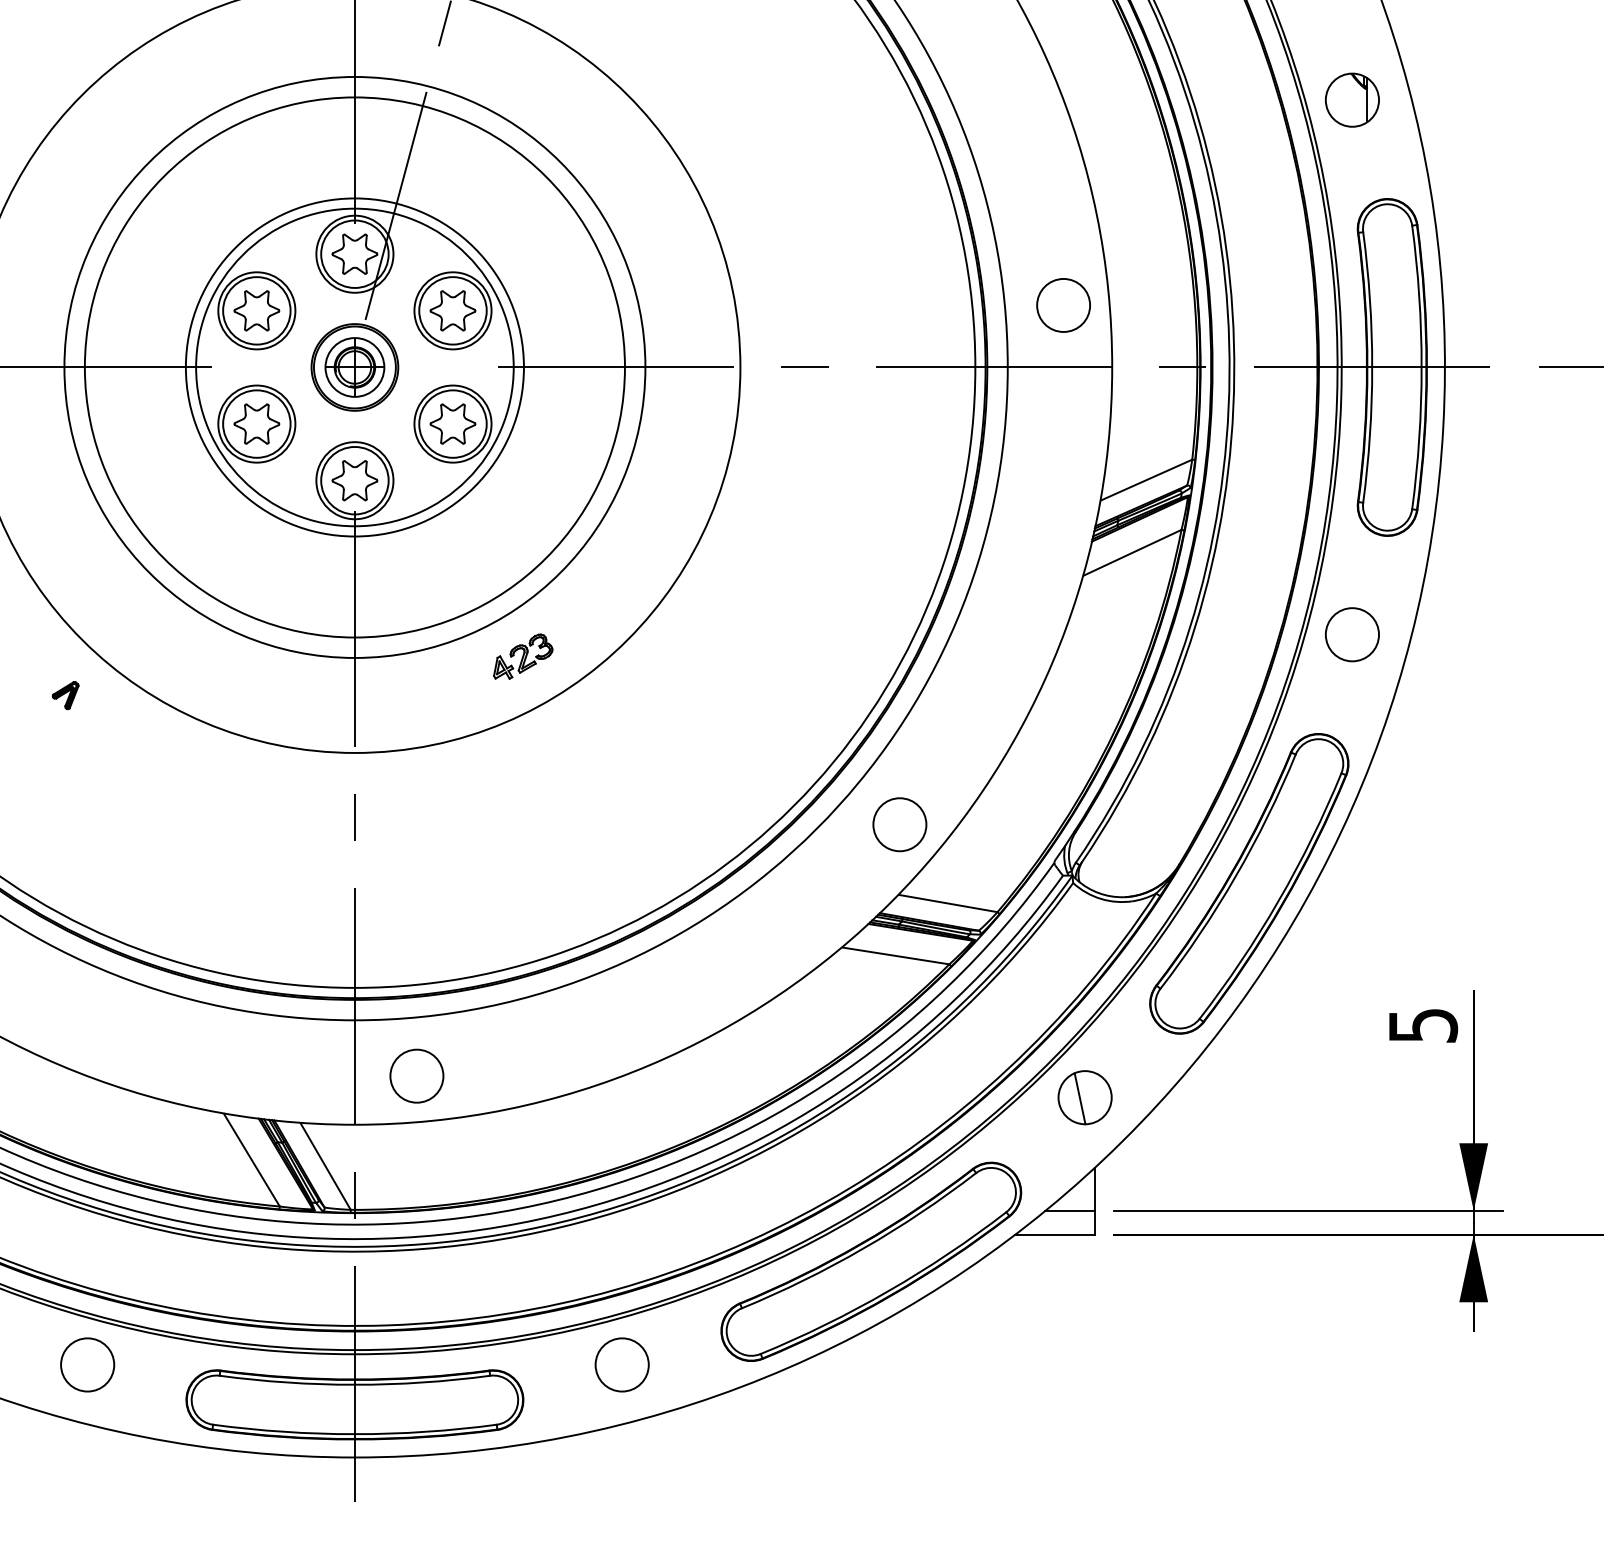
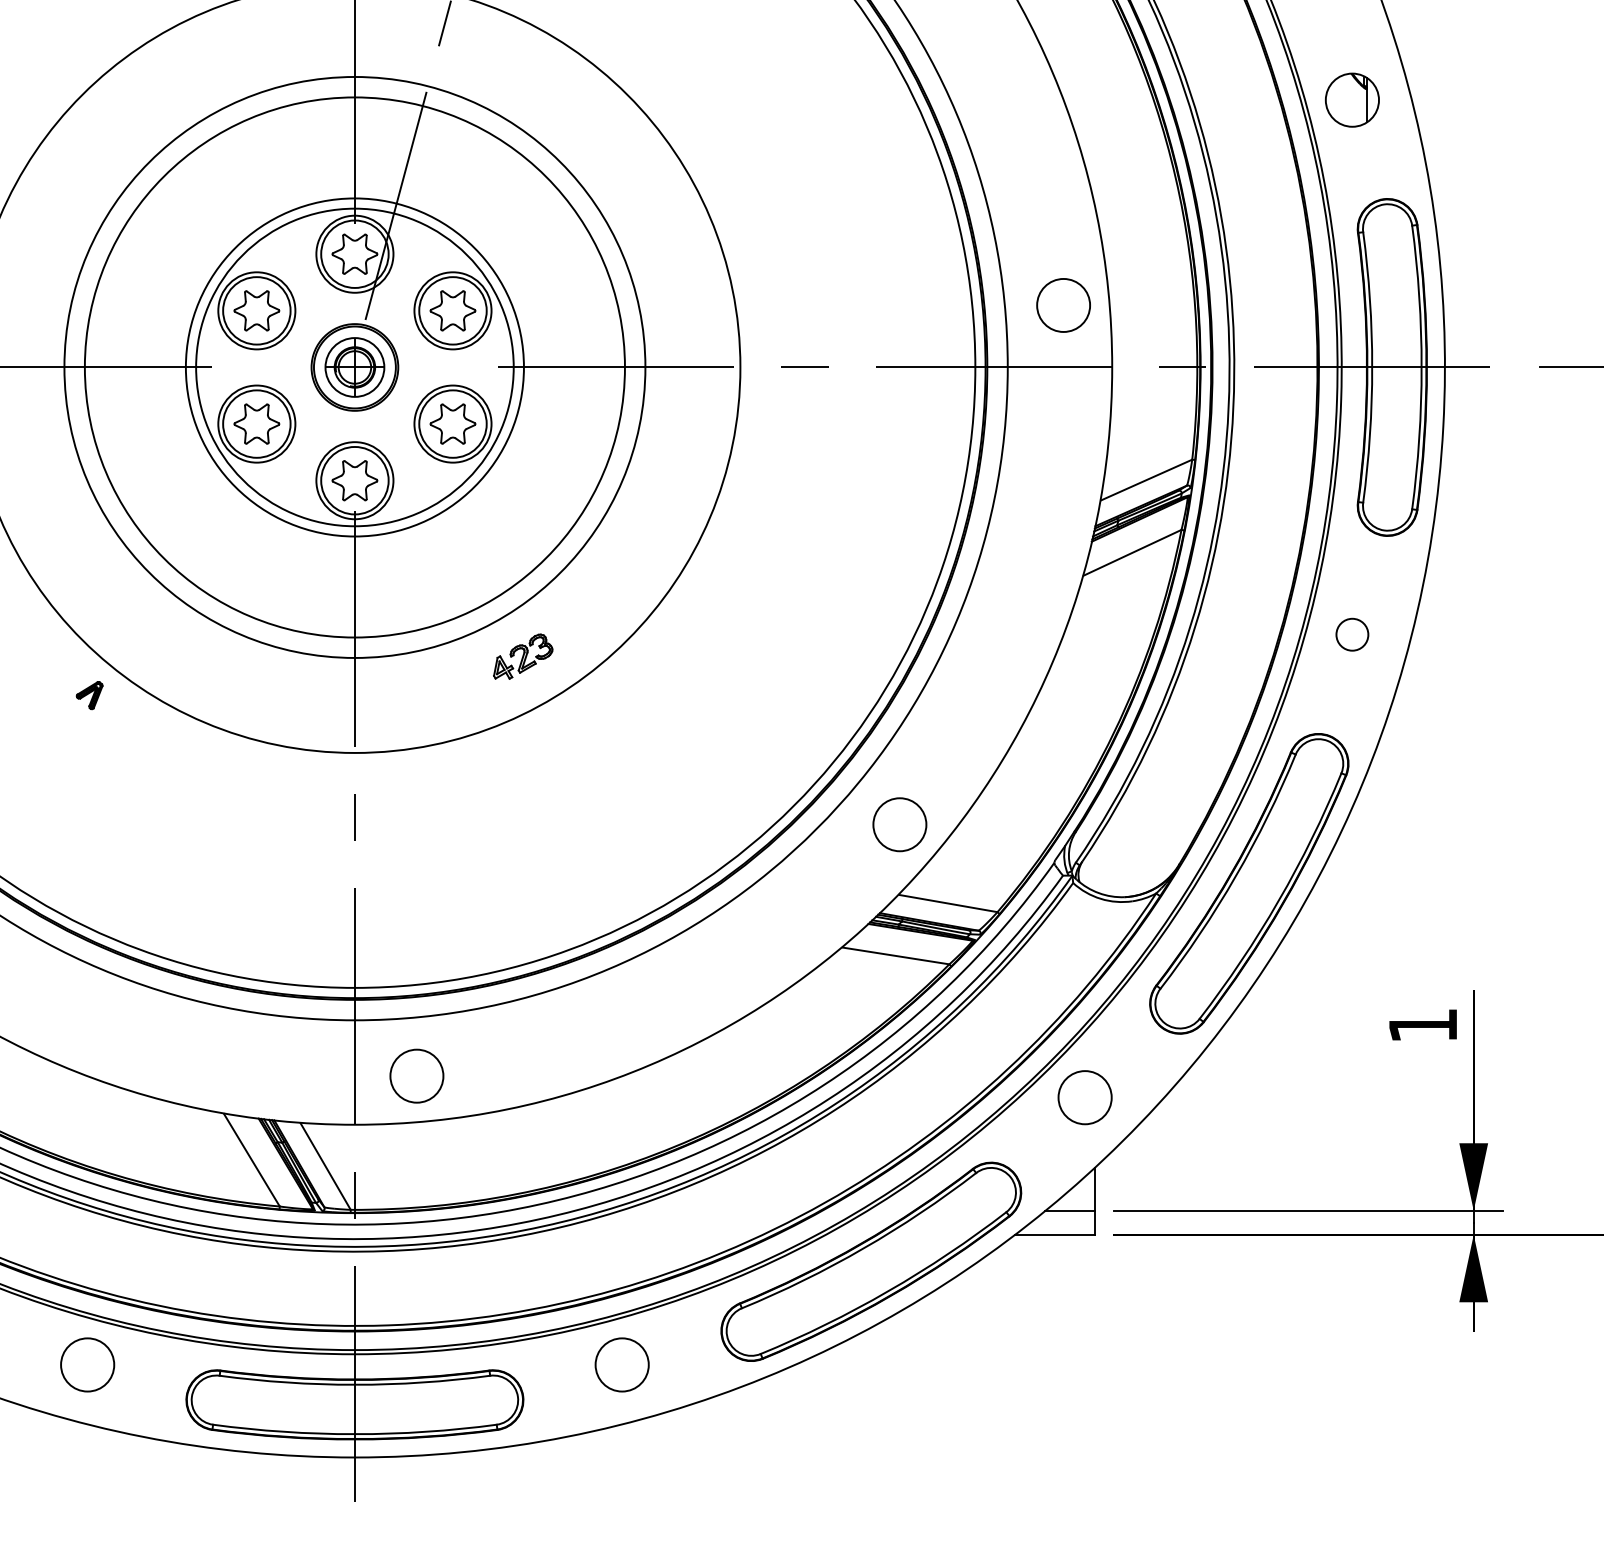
circle at (1352, 634) diameter: 53 px -> 32 px
part at (65, 695) position: (65, 695) -> (89, 695)
text at (1423, 1025): 5 -> 1
line at (1079, 1098): present -> none
